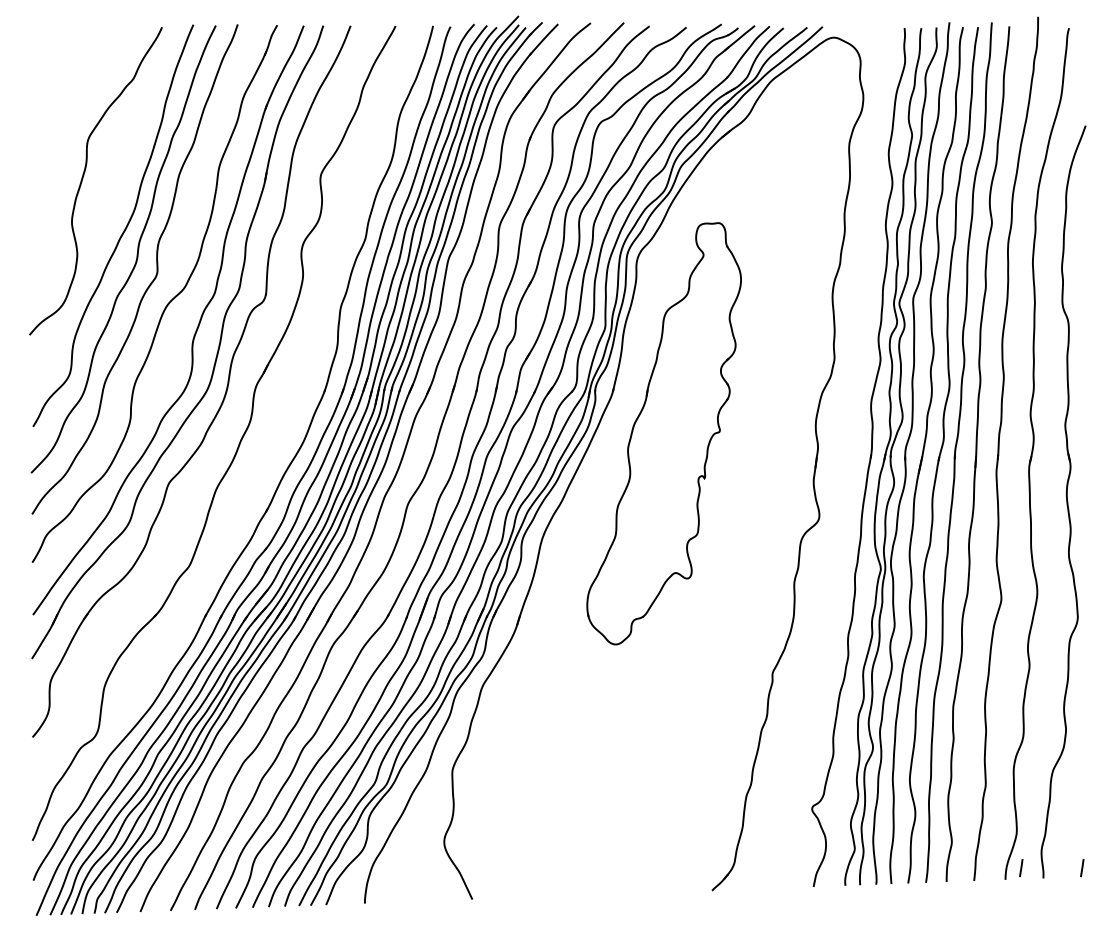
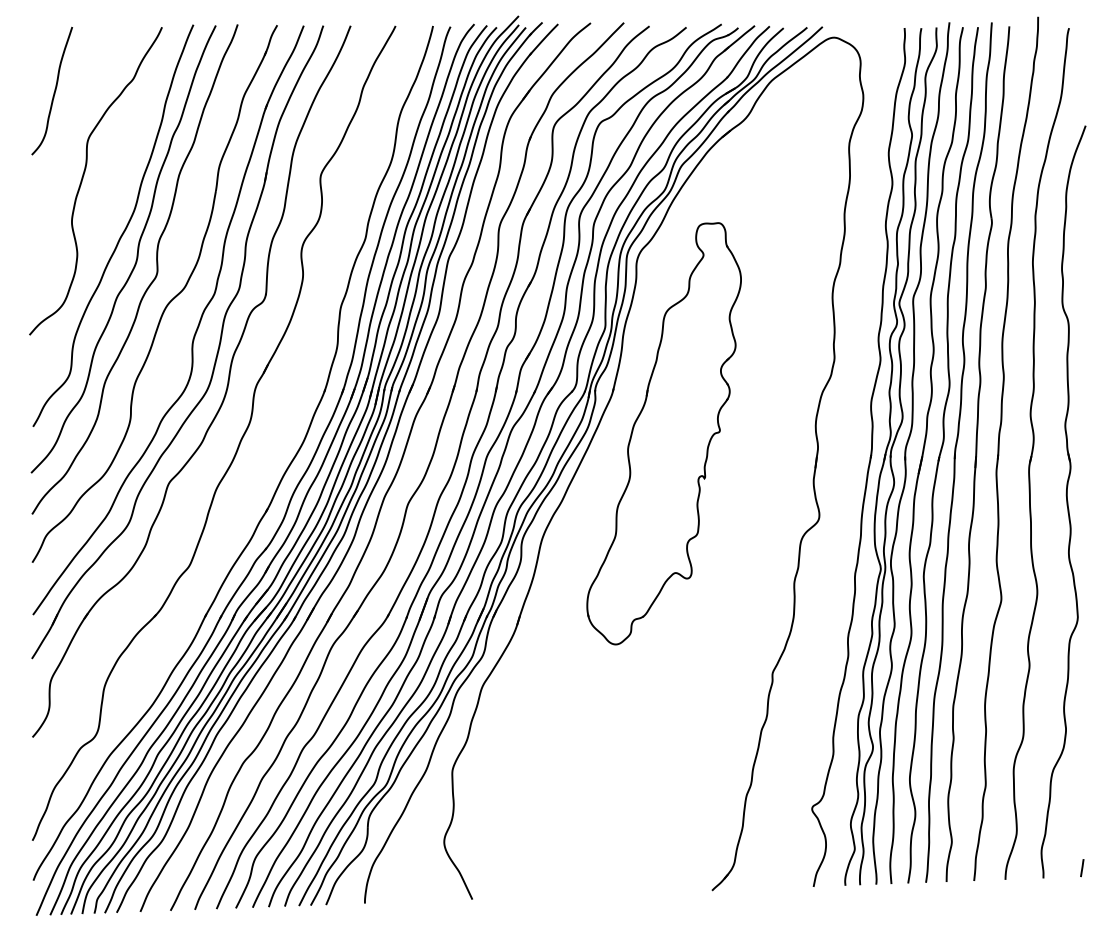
curve at (53, 92): none -> present
line at (1021, 868): present -> none
